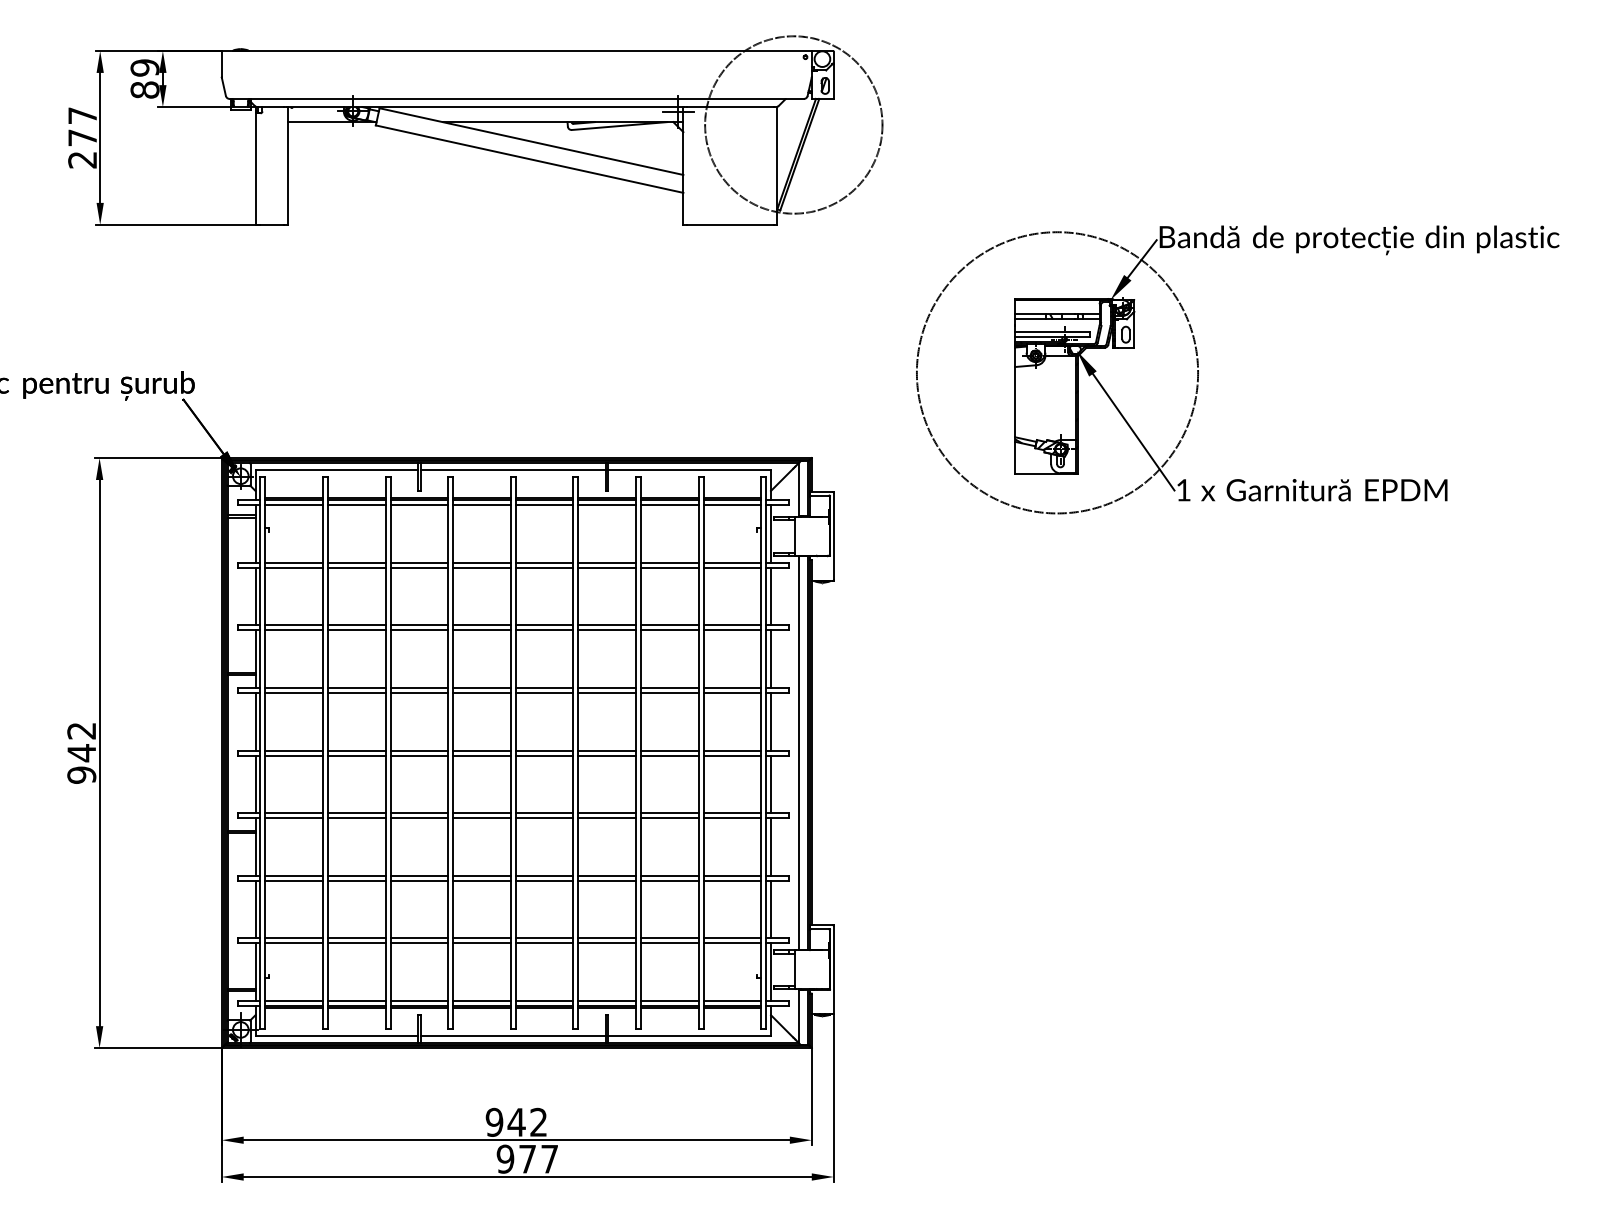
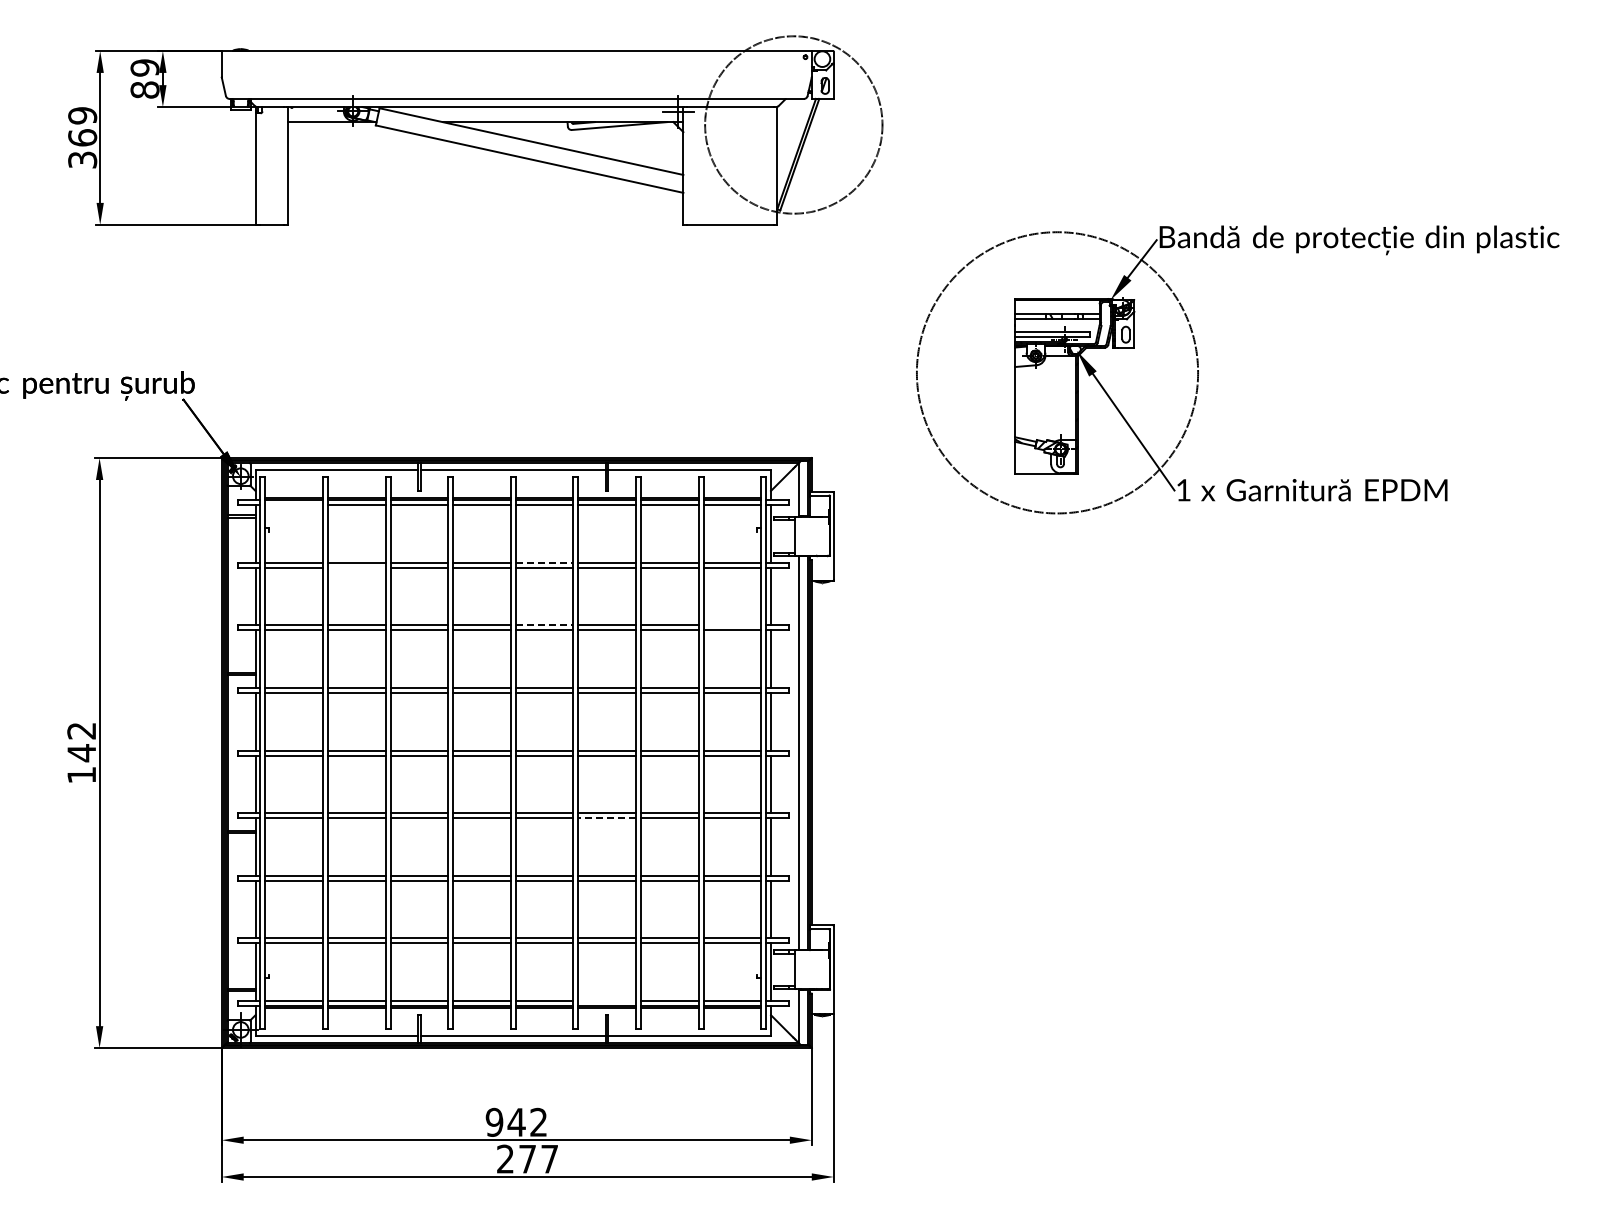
text at (82, 137): 277 -> 369
line at (293, 505): present -> none
line at (544, 562): solid -> dashed
line at (356, 567): present -> none
line at (544, 625): solid -> dashed
line at (732, 625): present -> none
text at (81, 774): 942 -> 142
line at (607, 818): solid -> dashed
line at (607, 1001): present -> none
text at (505, 1158): 977 -> 277
